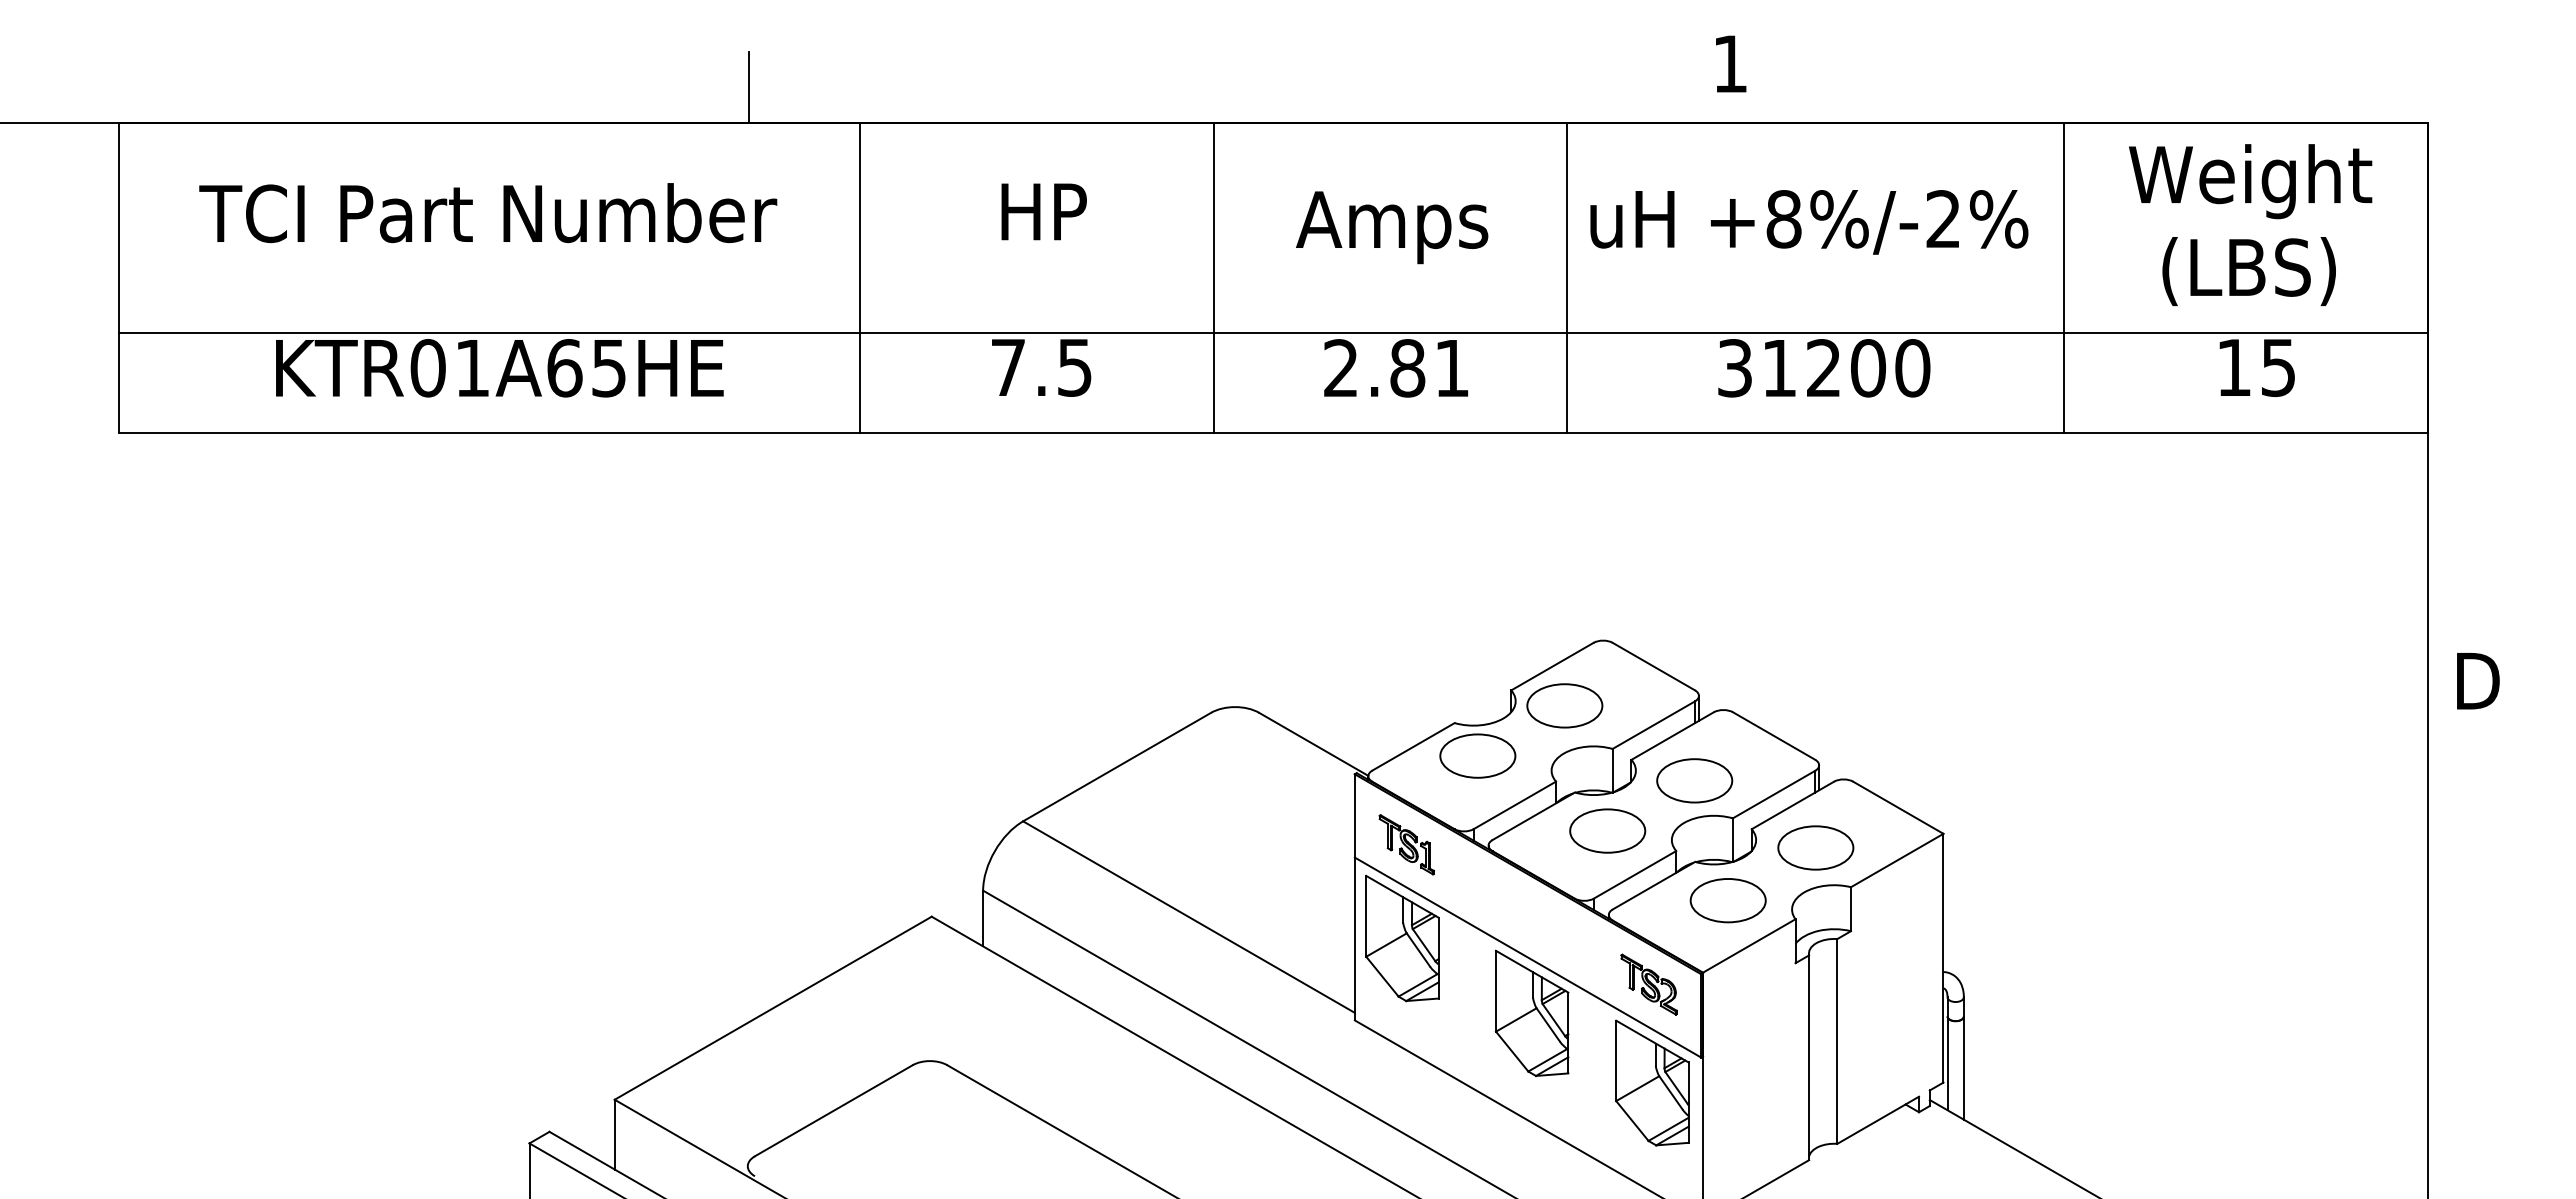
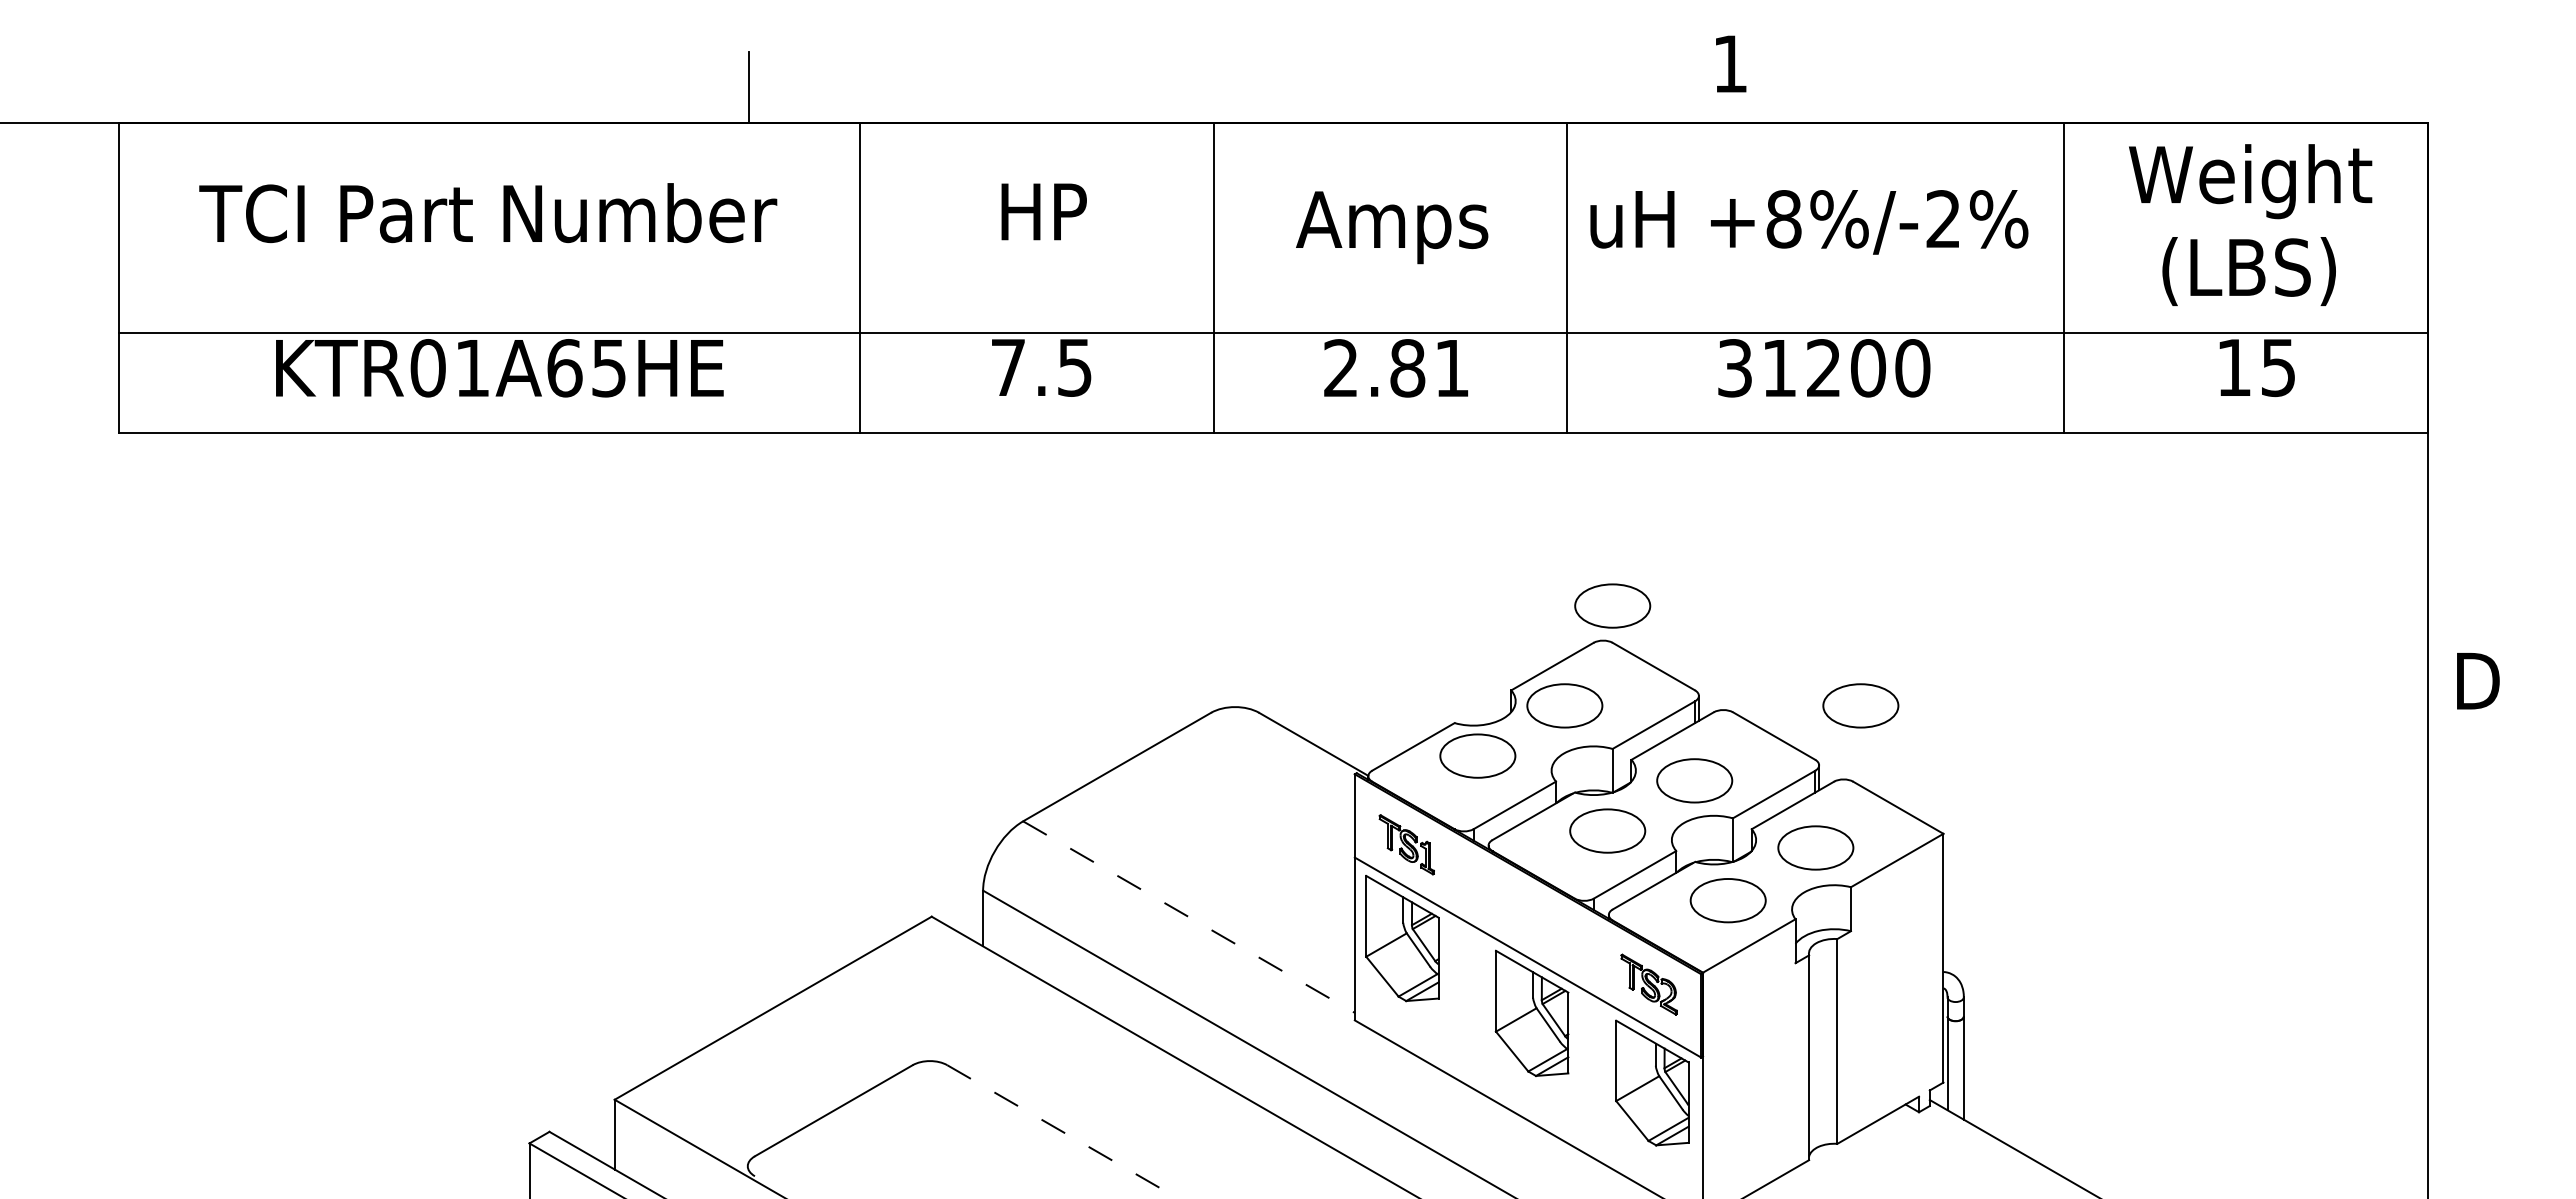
part at (1612, 605): none -> present
part at (1860, 705): none -> present
line at (1188, 917): solid -> dashed
line at (1063, 1132): solid -> dashed
